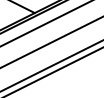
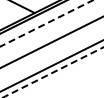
line at (46, 23): solid -> dashed
line at (53, 72): solid -> dashed
